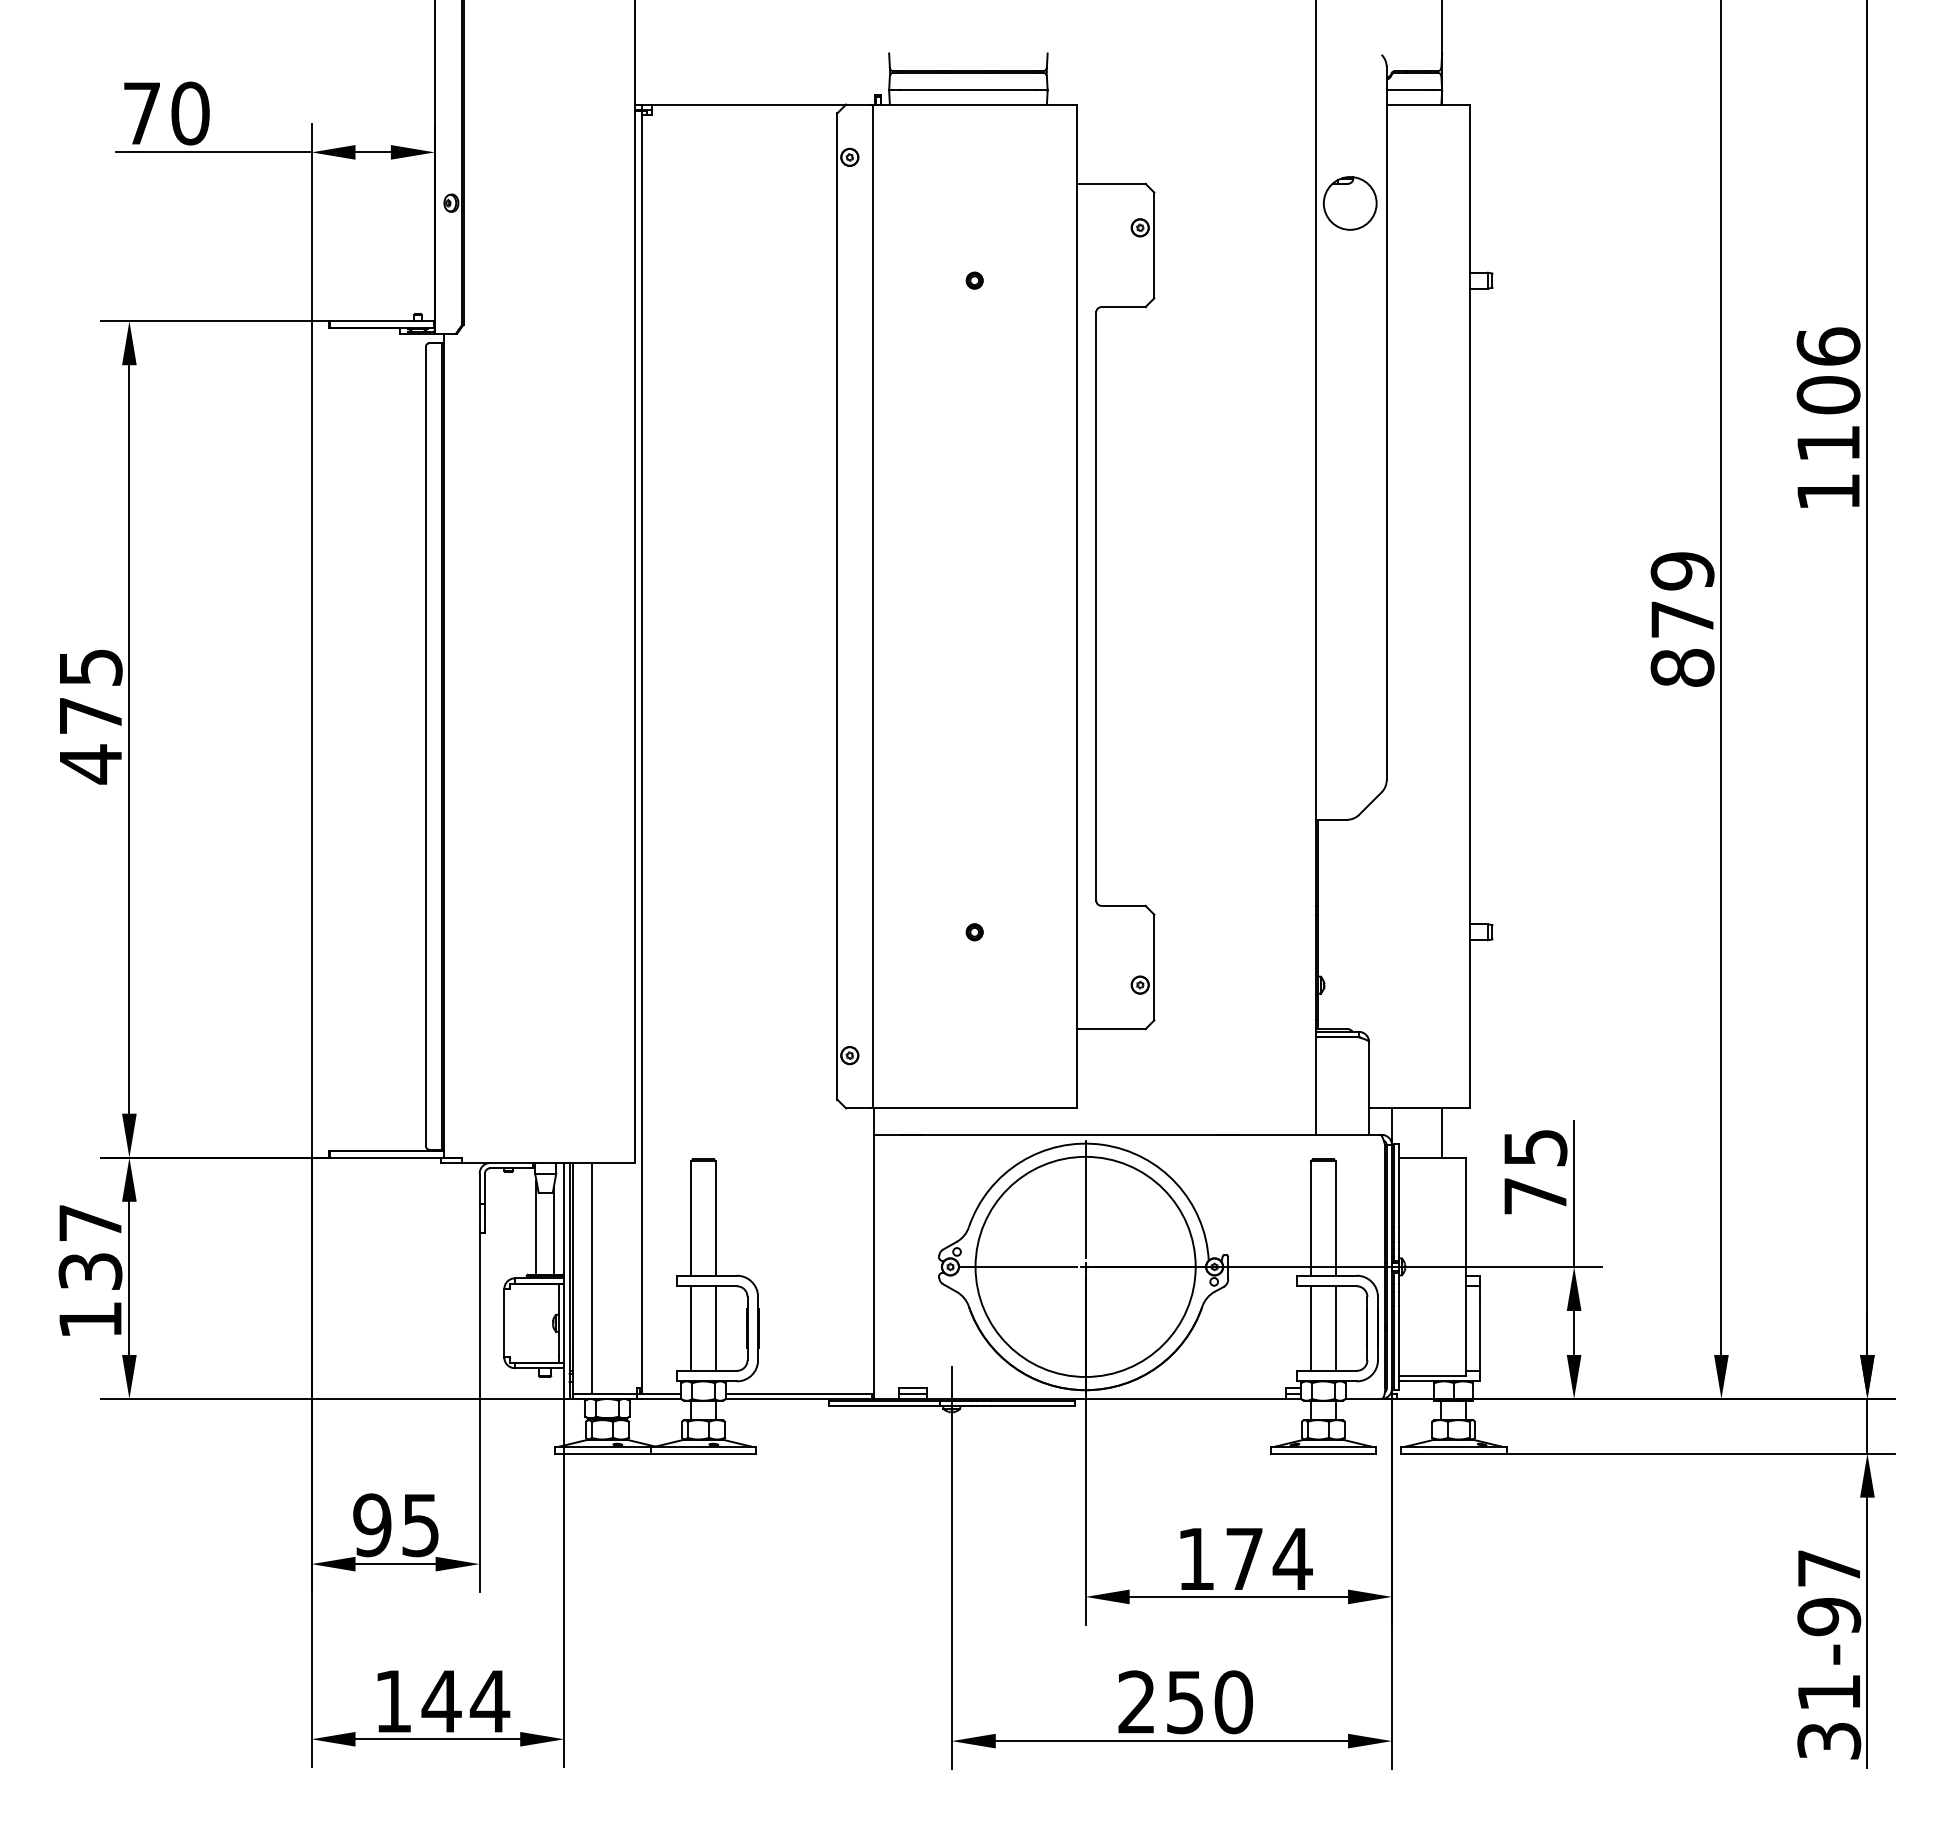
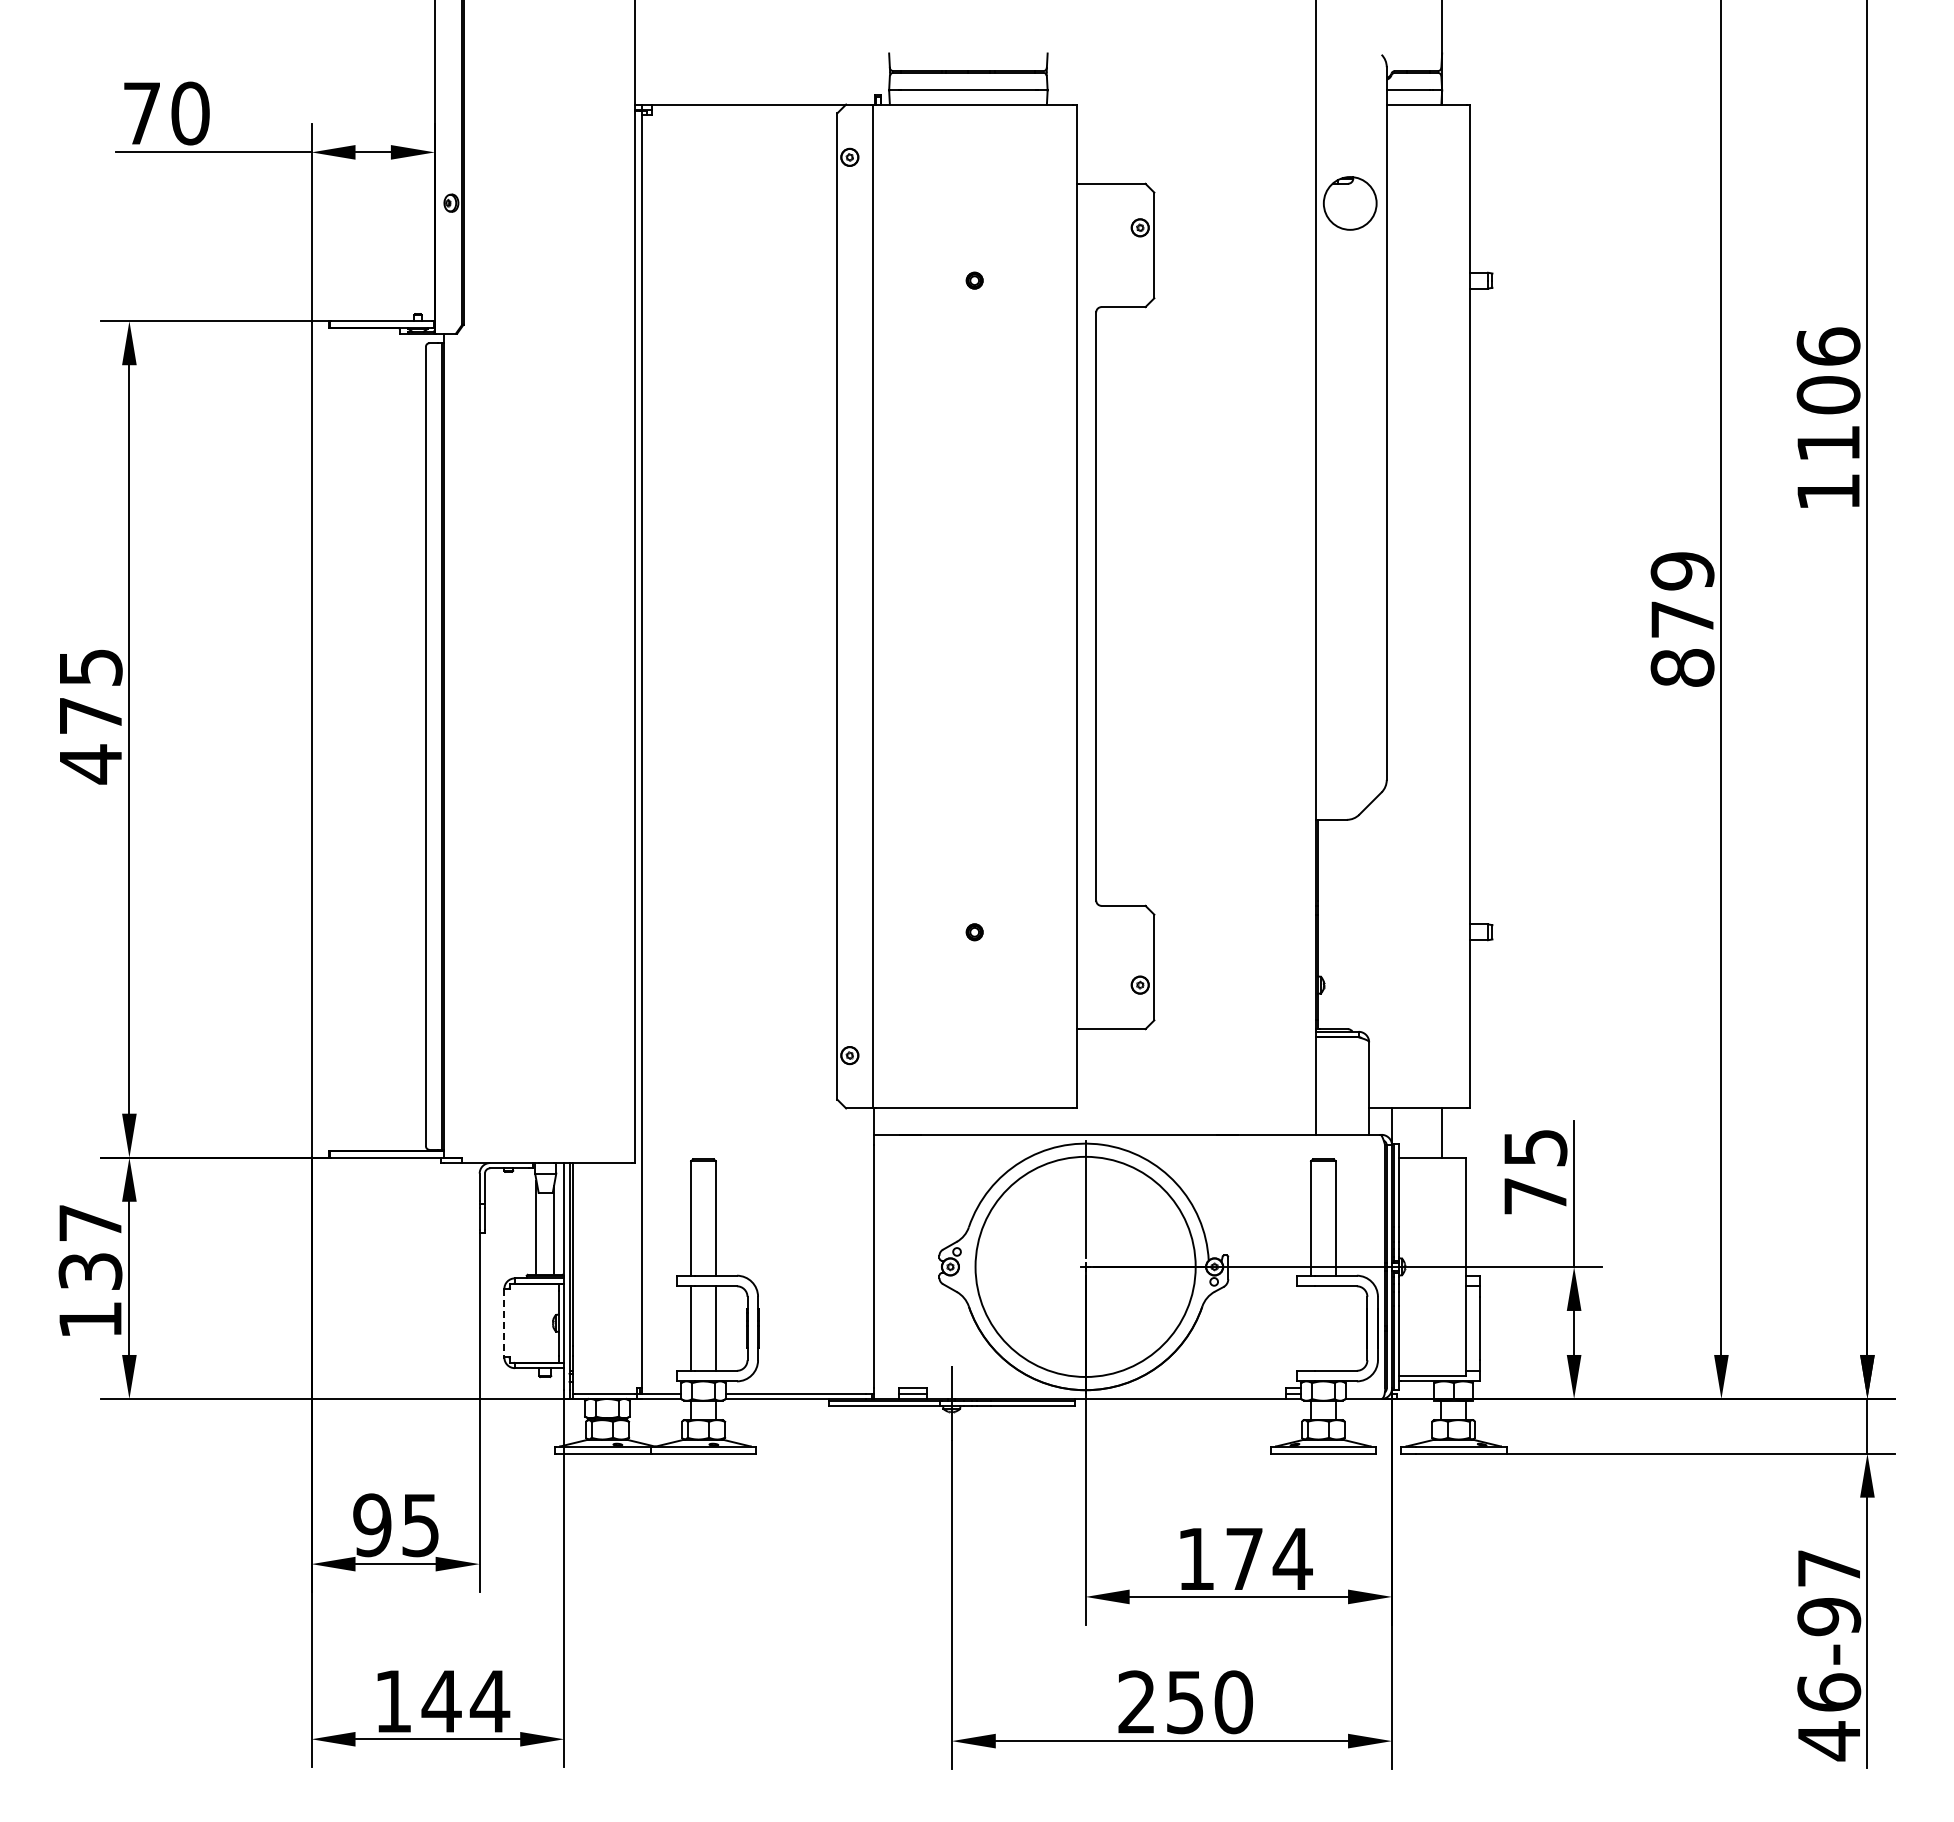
line at (1017, 1266): present -> none
line at (592, 1278): present -> none
line at (504, 1323): solid -> dashed
line at (1311, 1328): present -> none
line at (1335, 1328): present -> none
text at (1829, 1717): 31-97 -> 46-97
